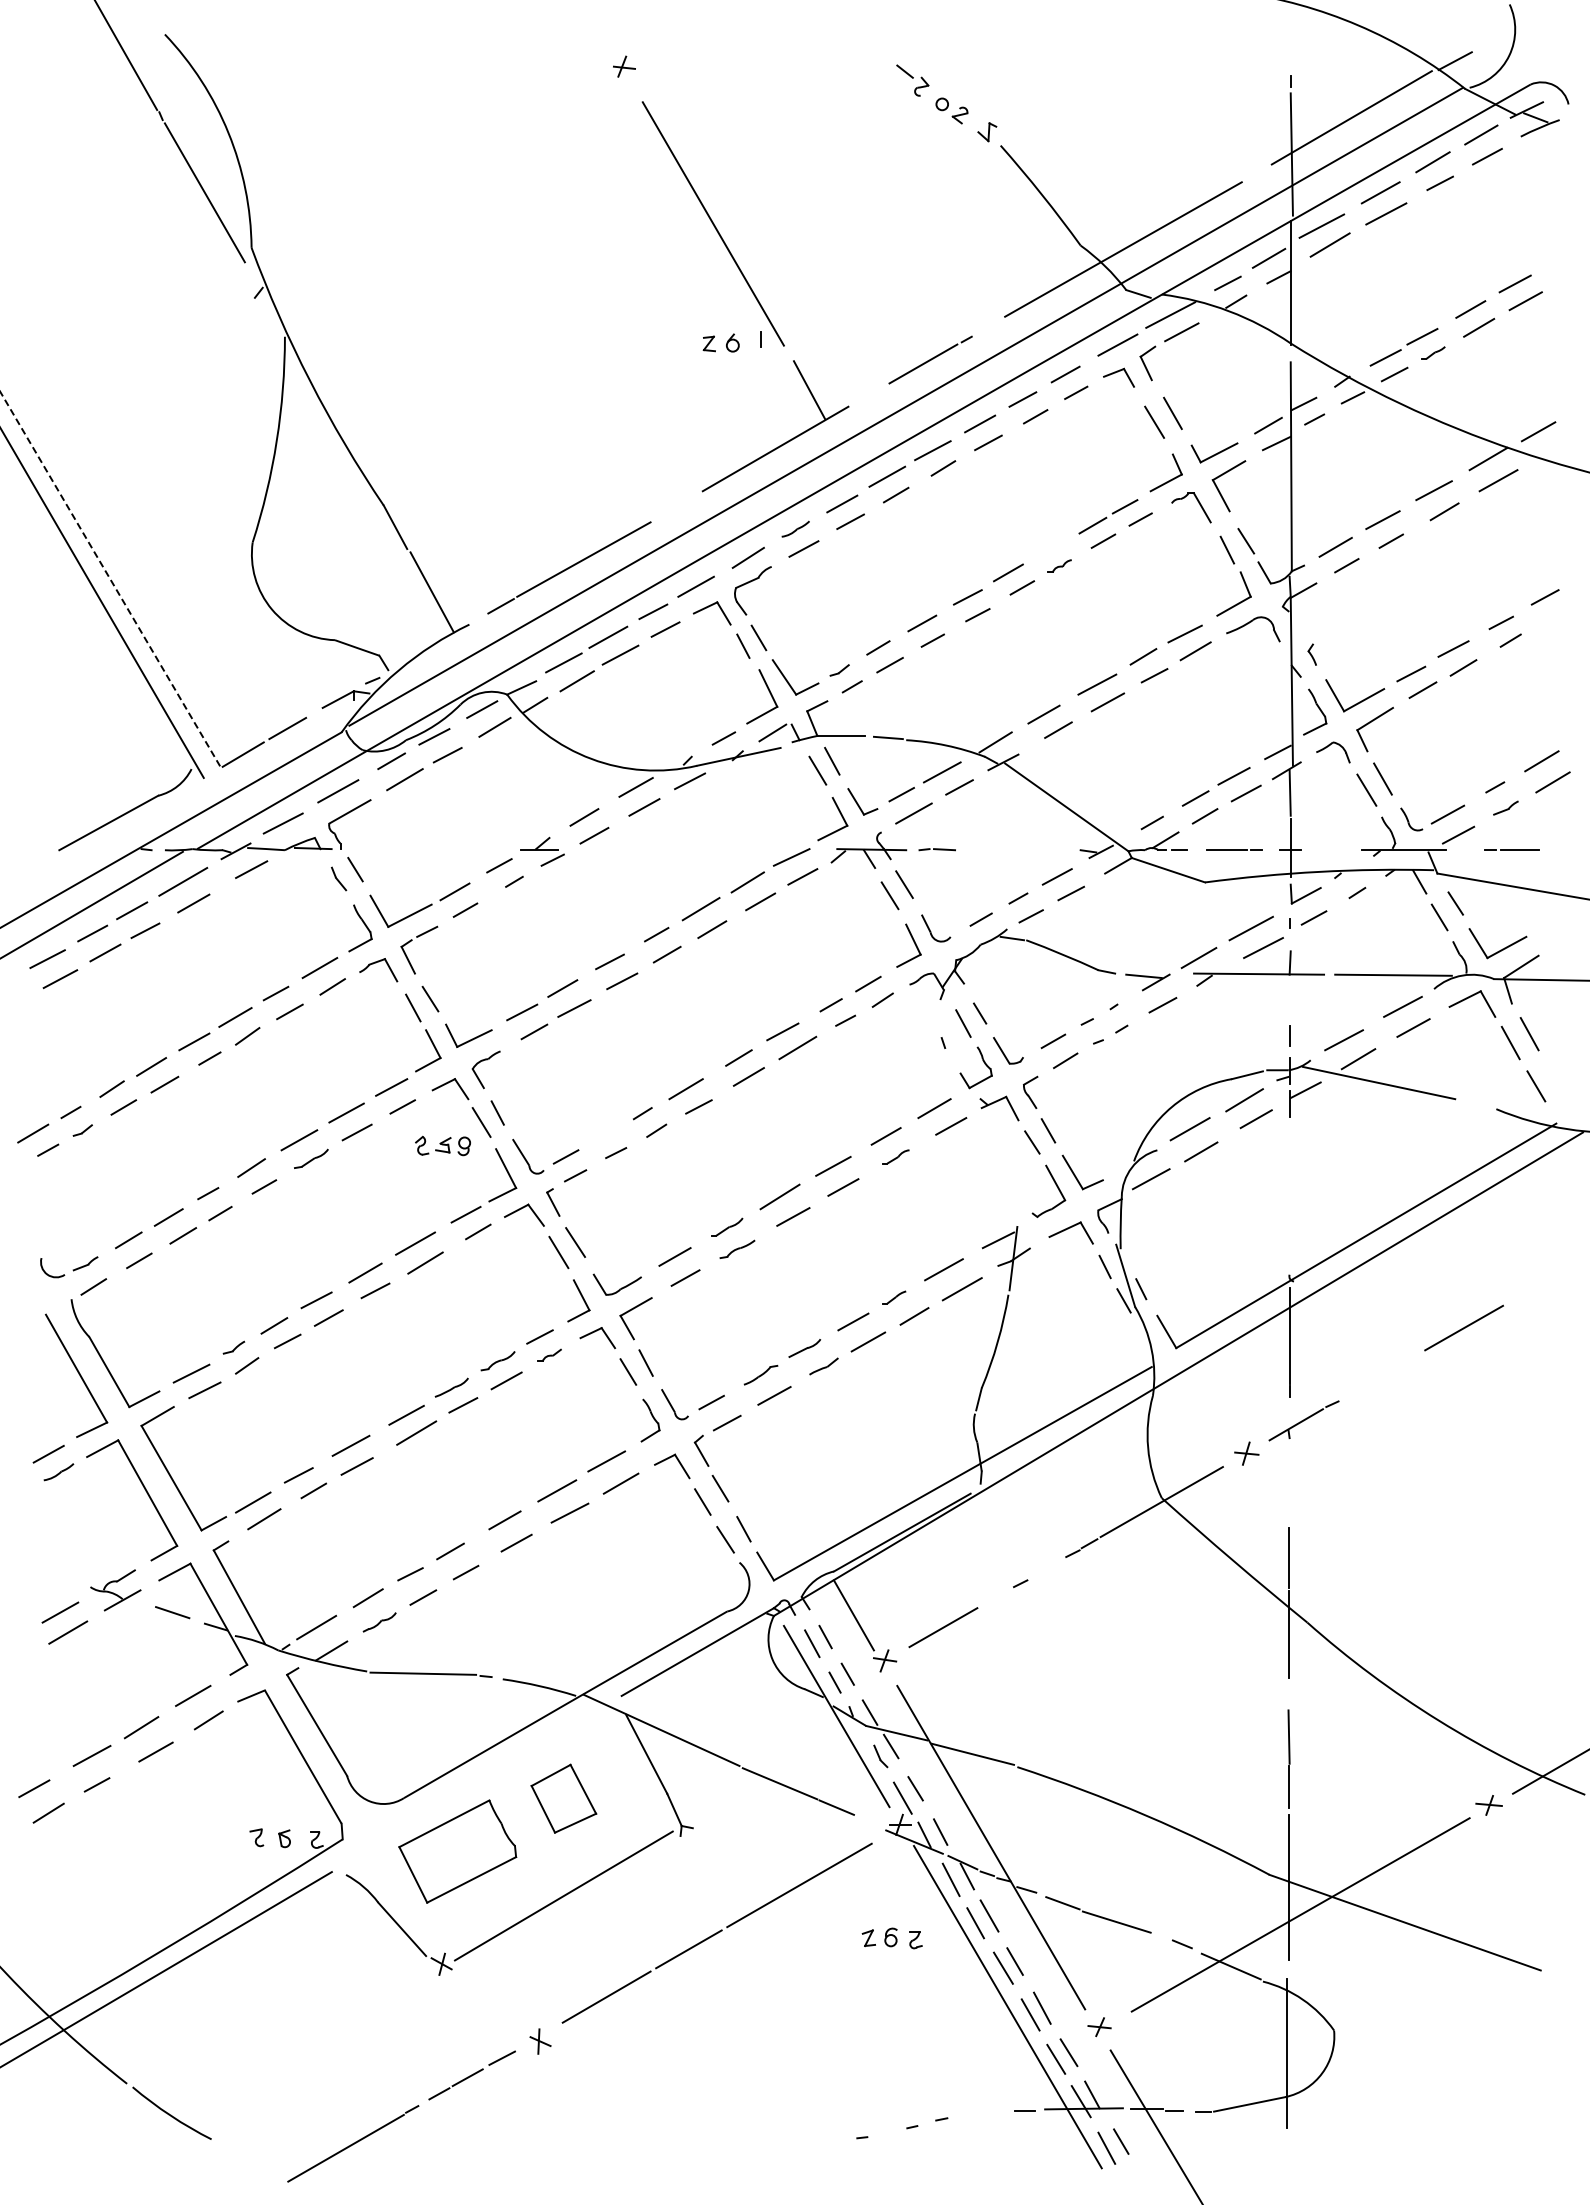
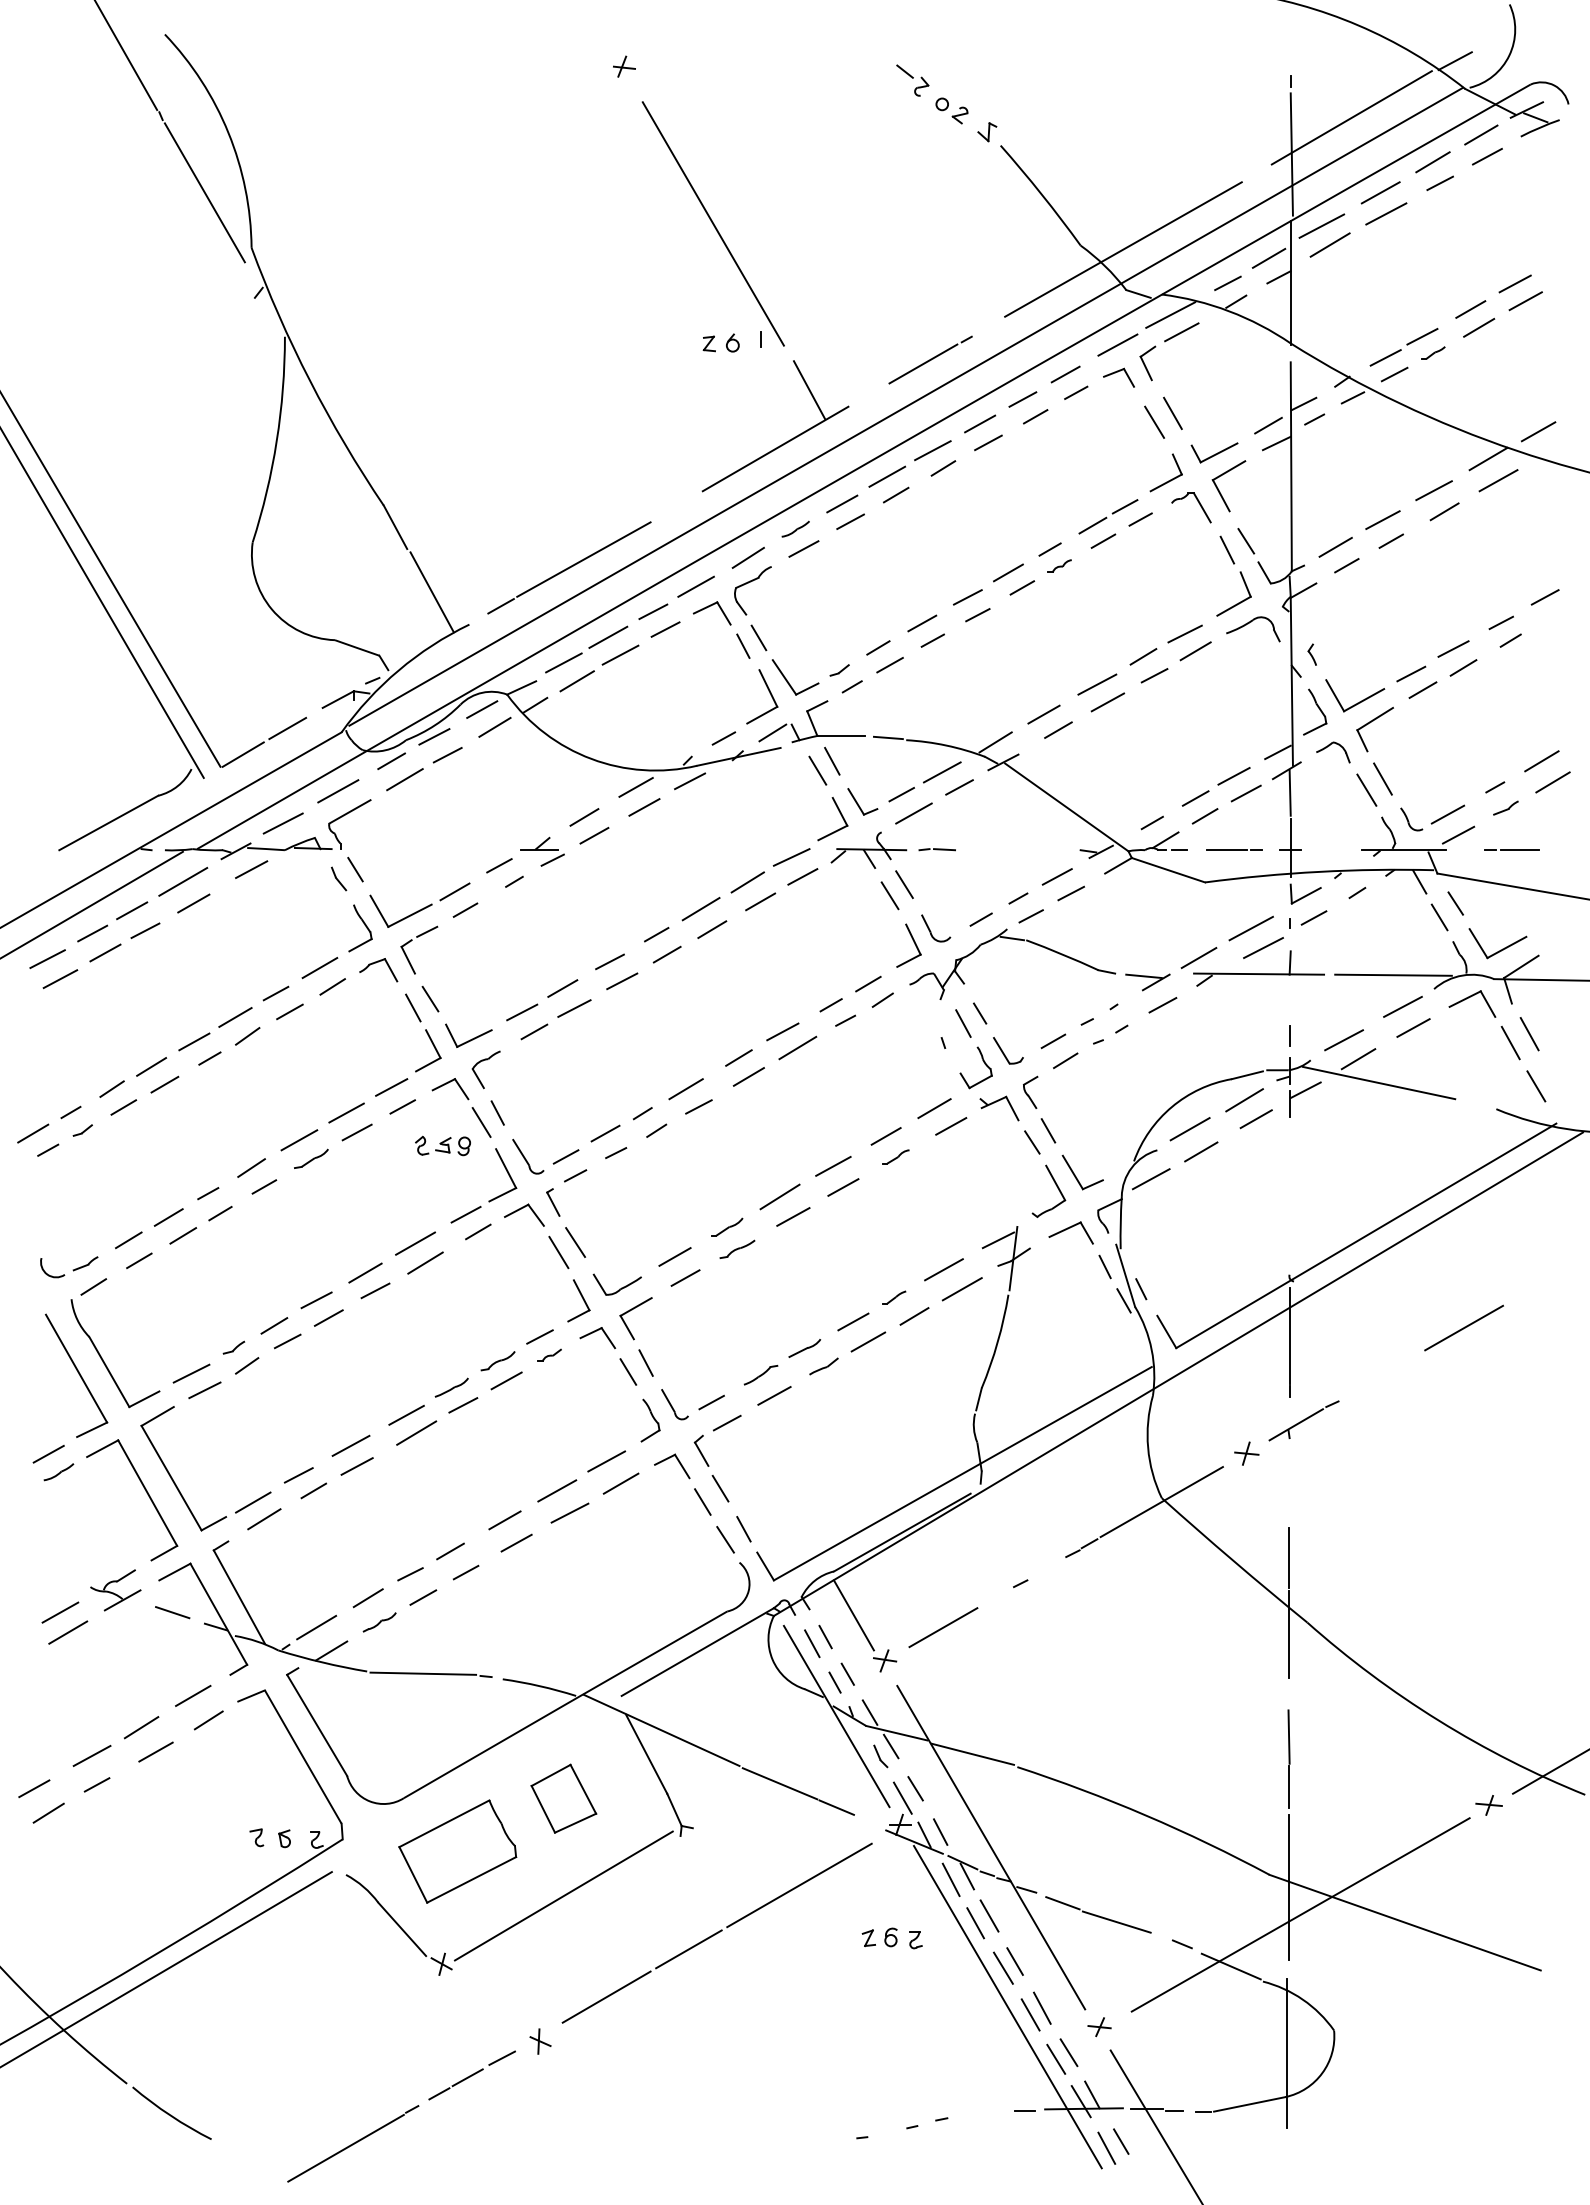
line at (1049, 549): none -> present
line at (110, 579): dashed -> solid
line at (605, 1133): none -> present
